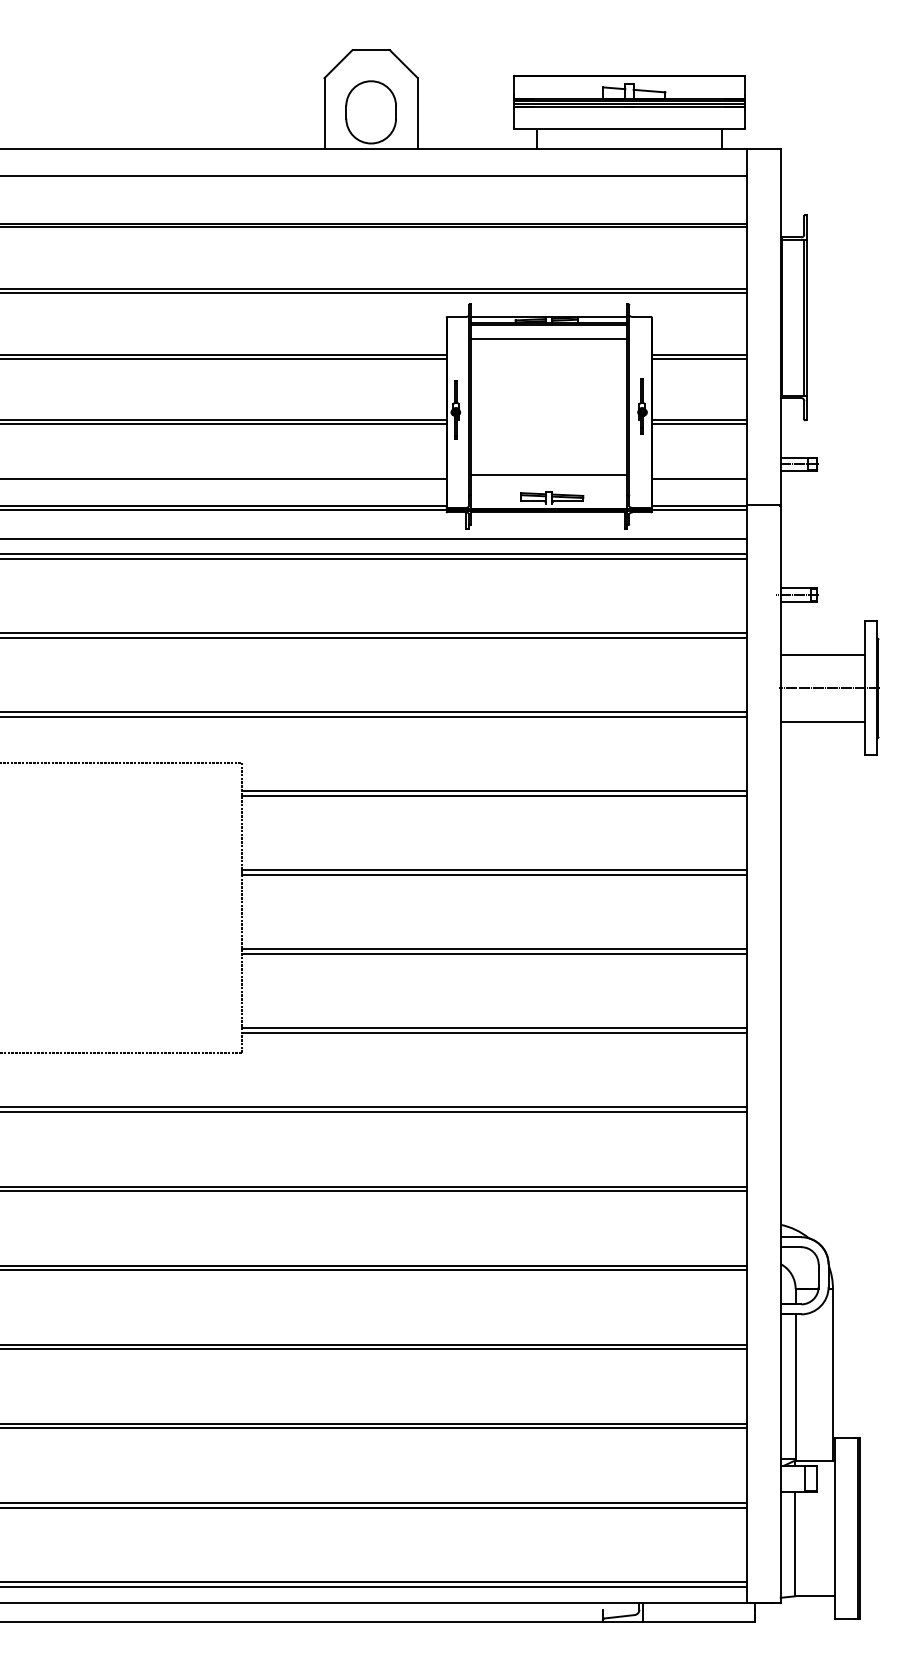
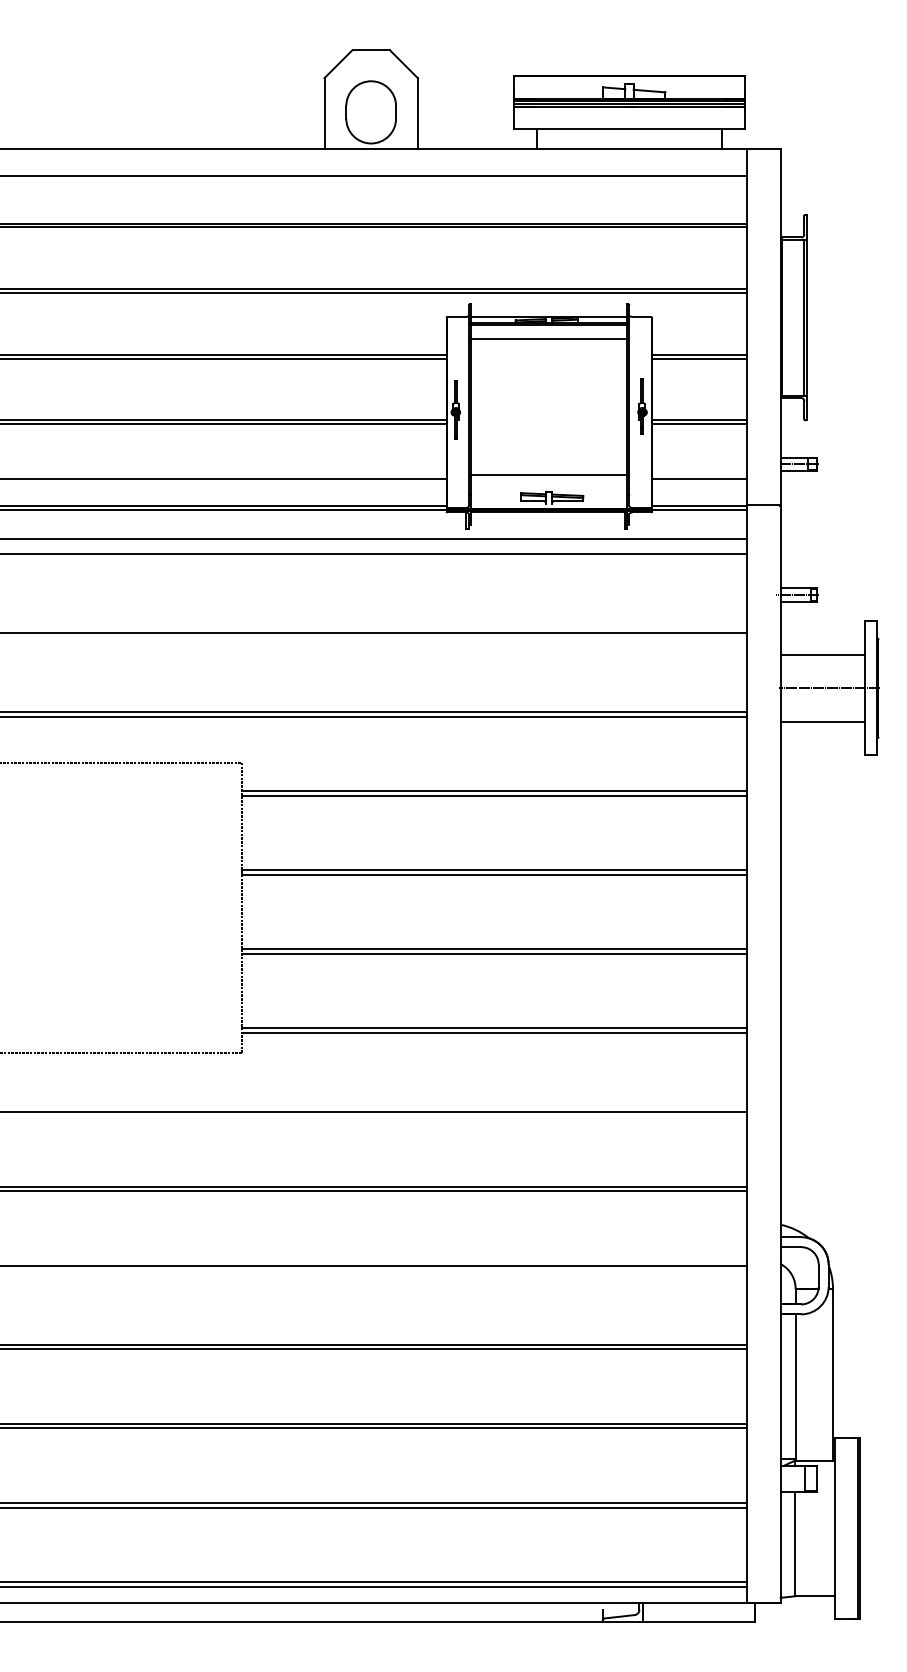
line at (374, 559): present -> none
line at (374, 638): present -> none
line at (374, 1107): present -> none
line at (374, 1270): present -> none
